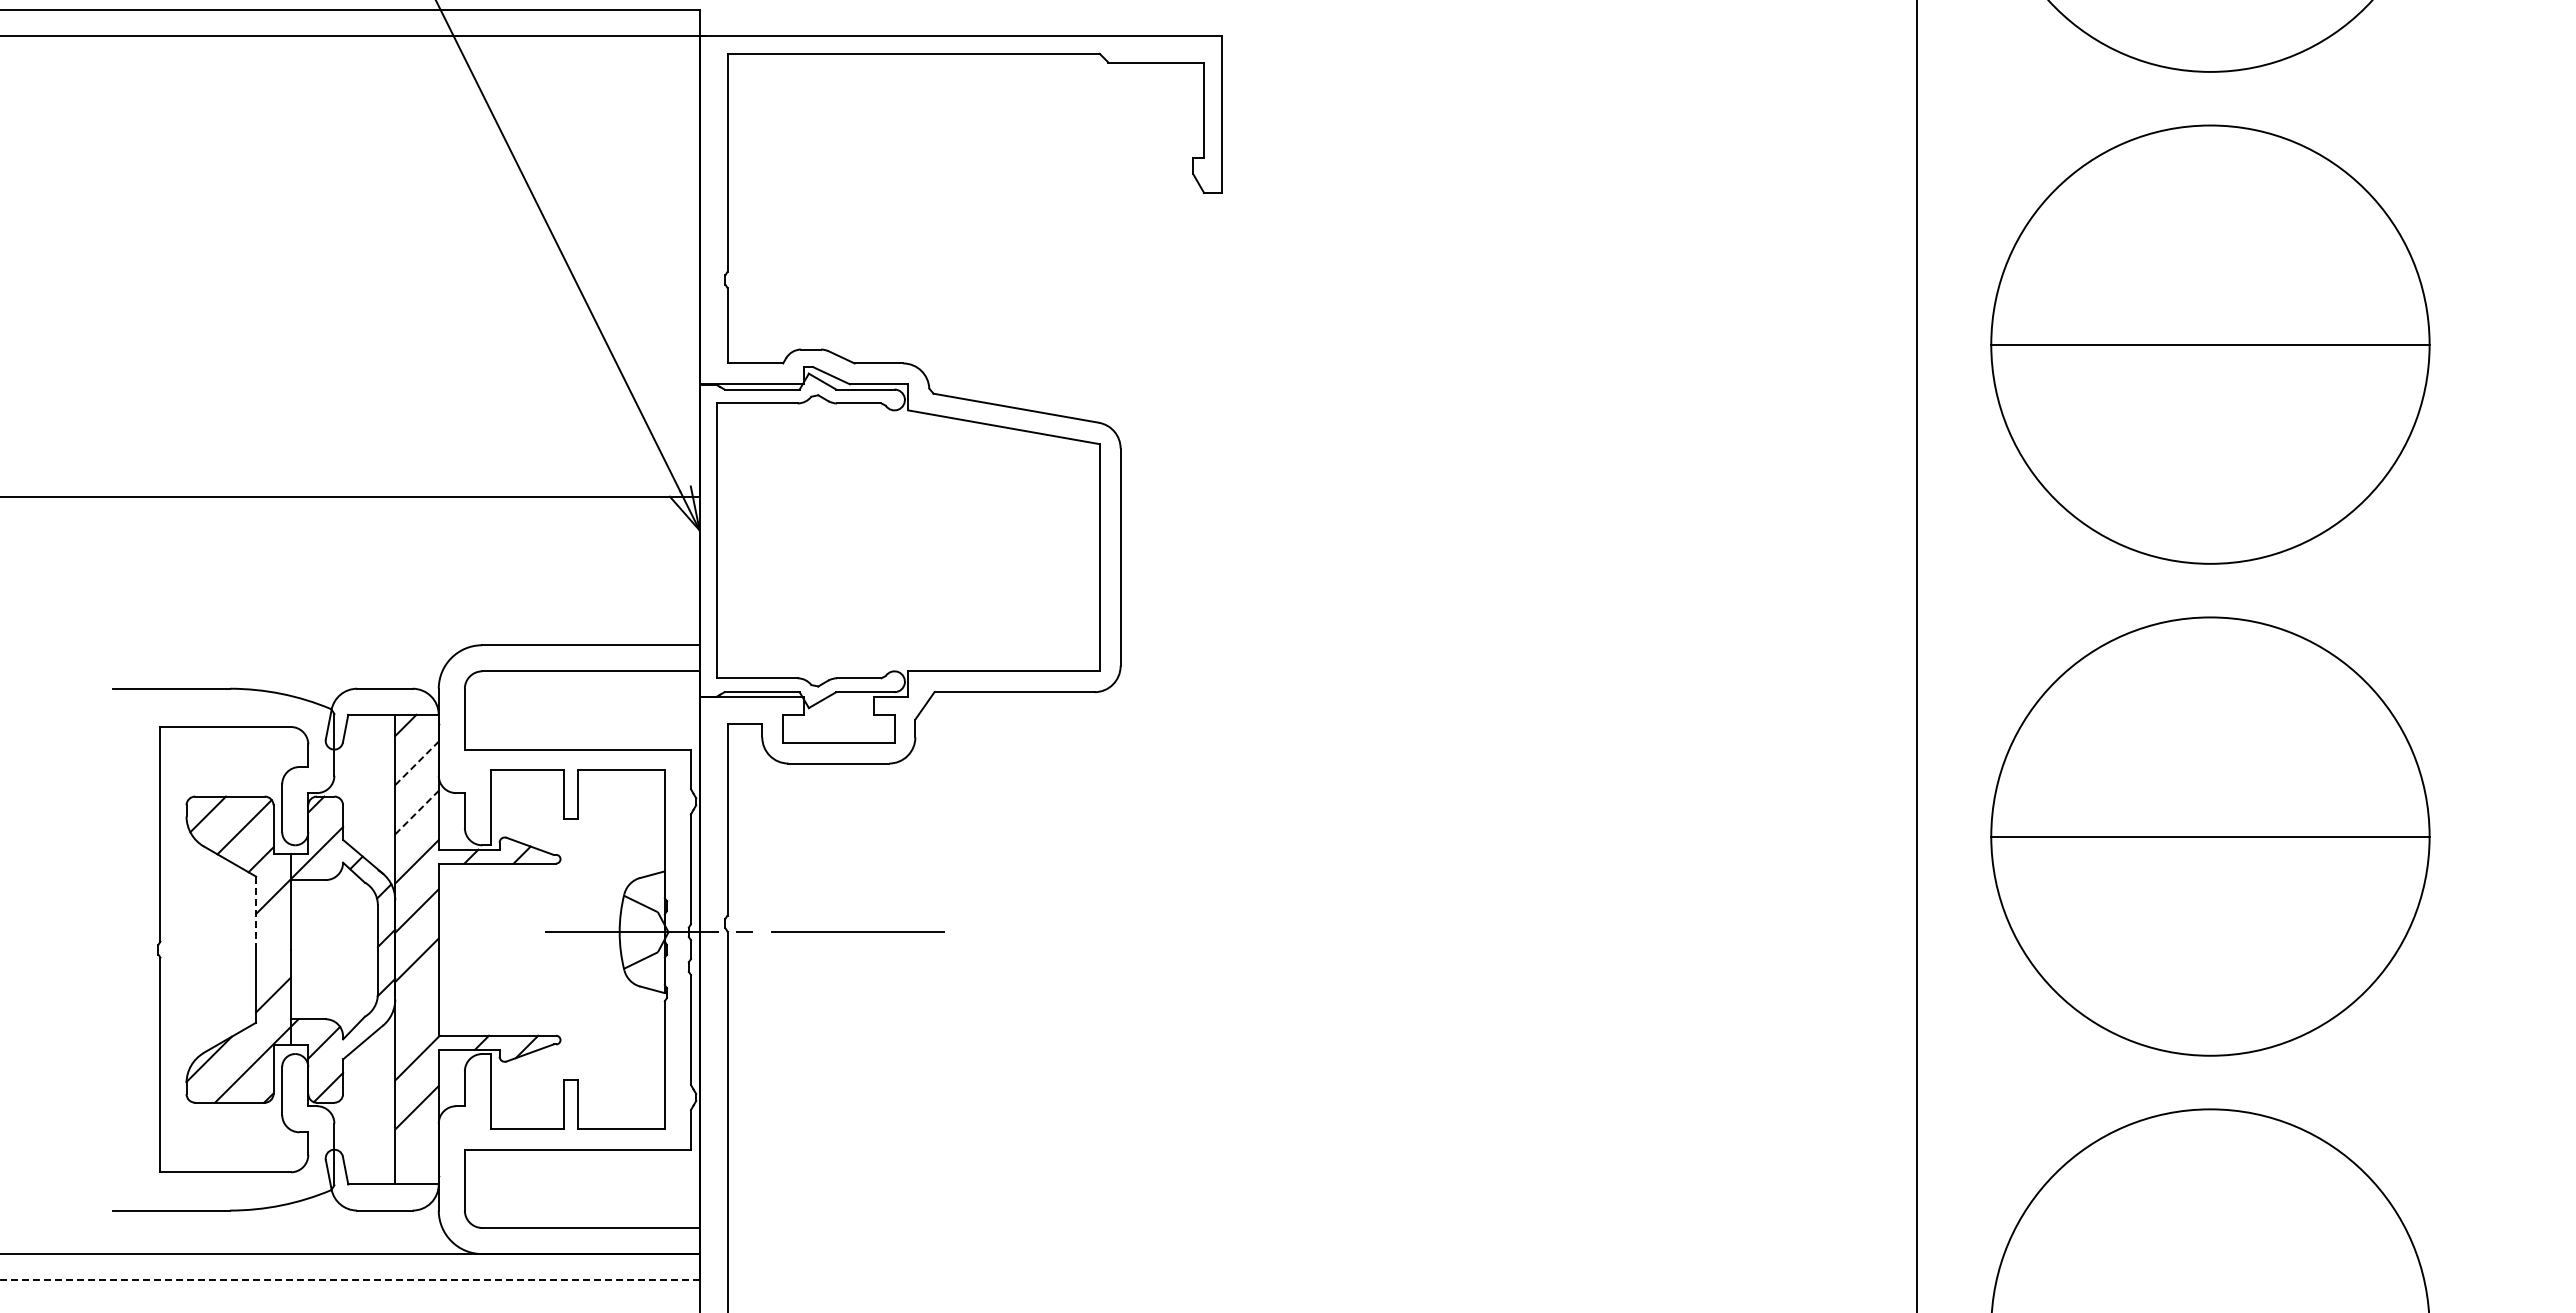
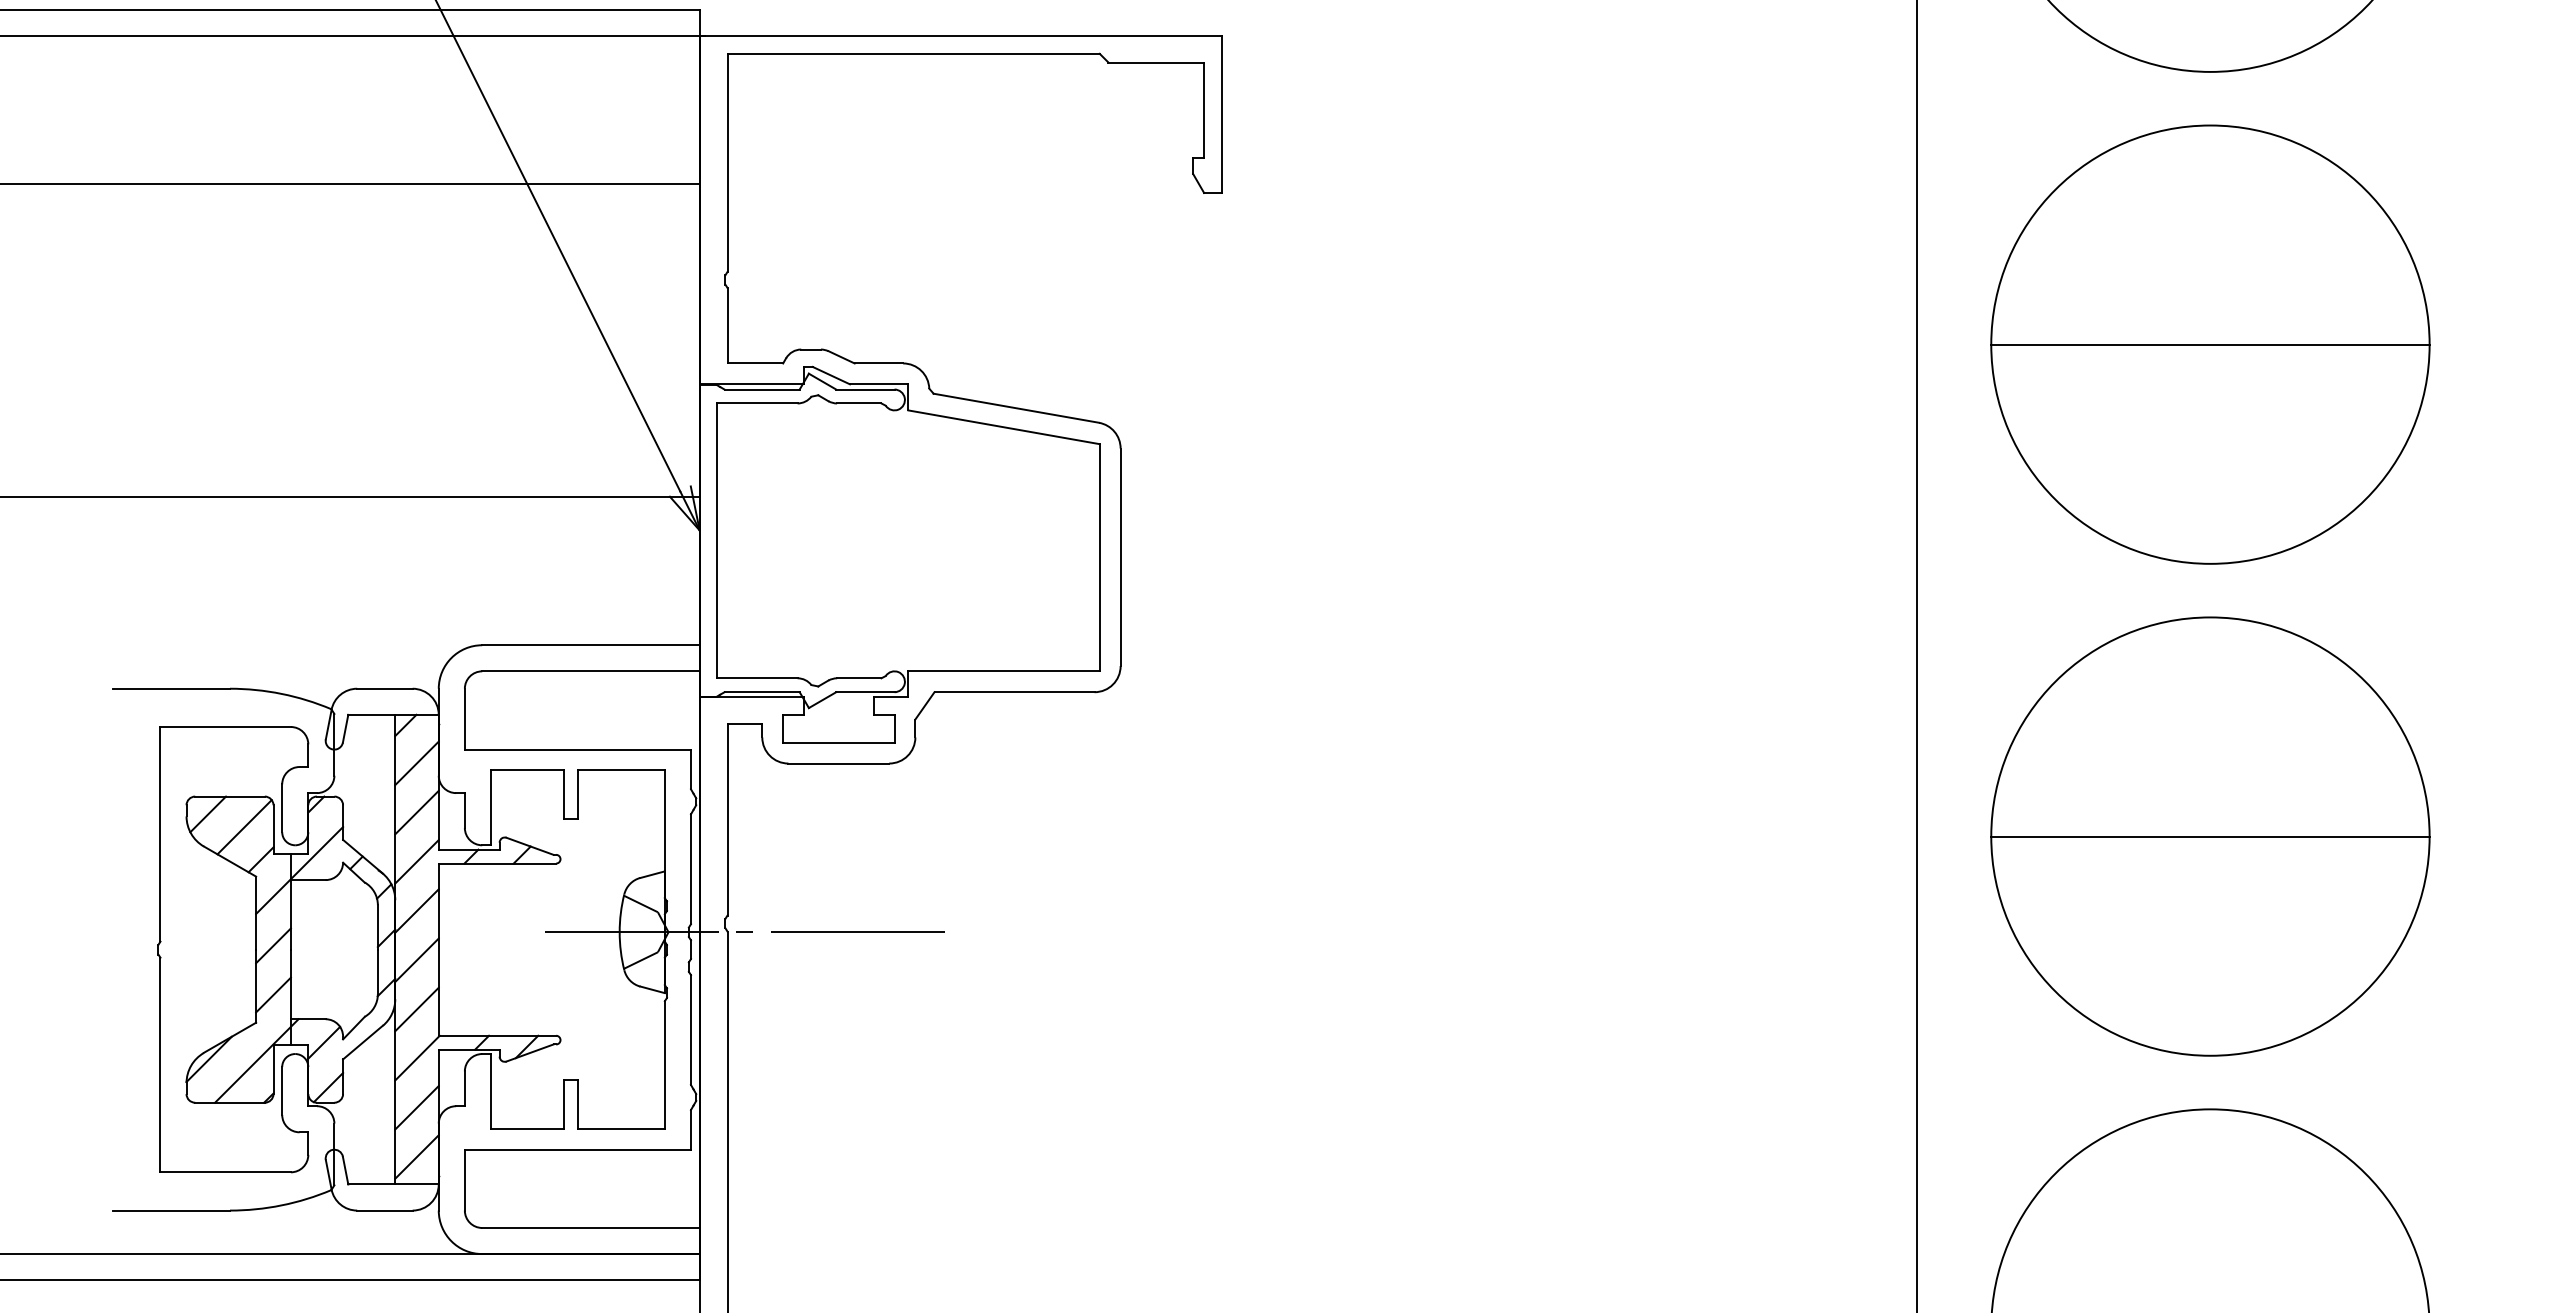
line at (350, 184): none -> present
line at (417, 763): dashed -> solid
line at (417, 812): dashed -> solid
line at (256, 913): dashed -> solid
line at (273, 945): none -> present
line at (416, 1009): none -> present
line at (416, 1156): none -> present
line at (349, 1280): dashed -> solid
